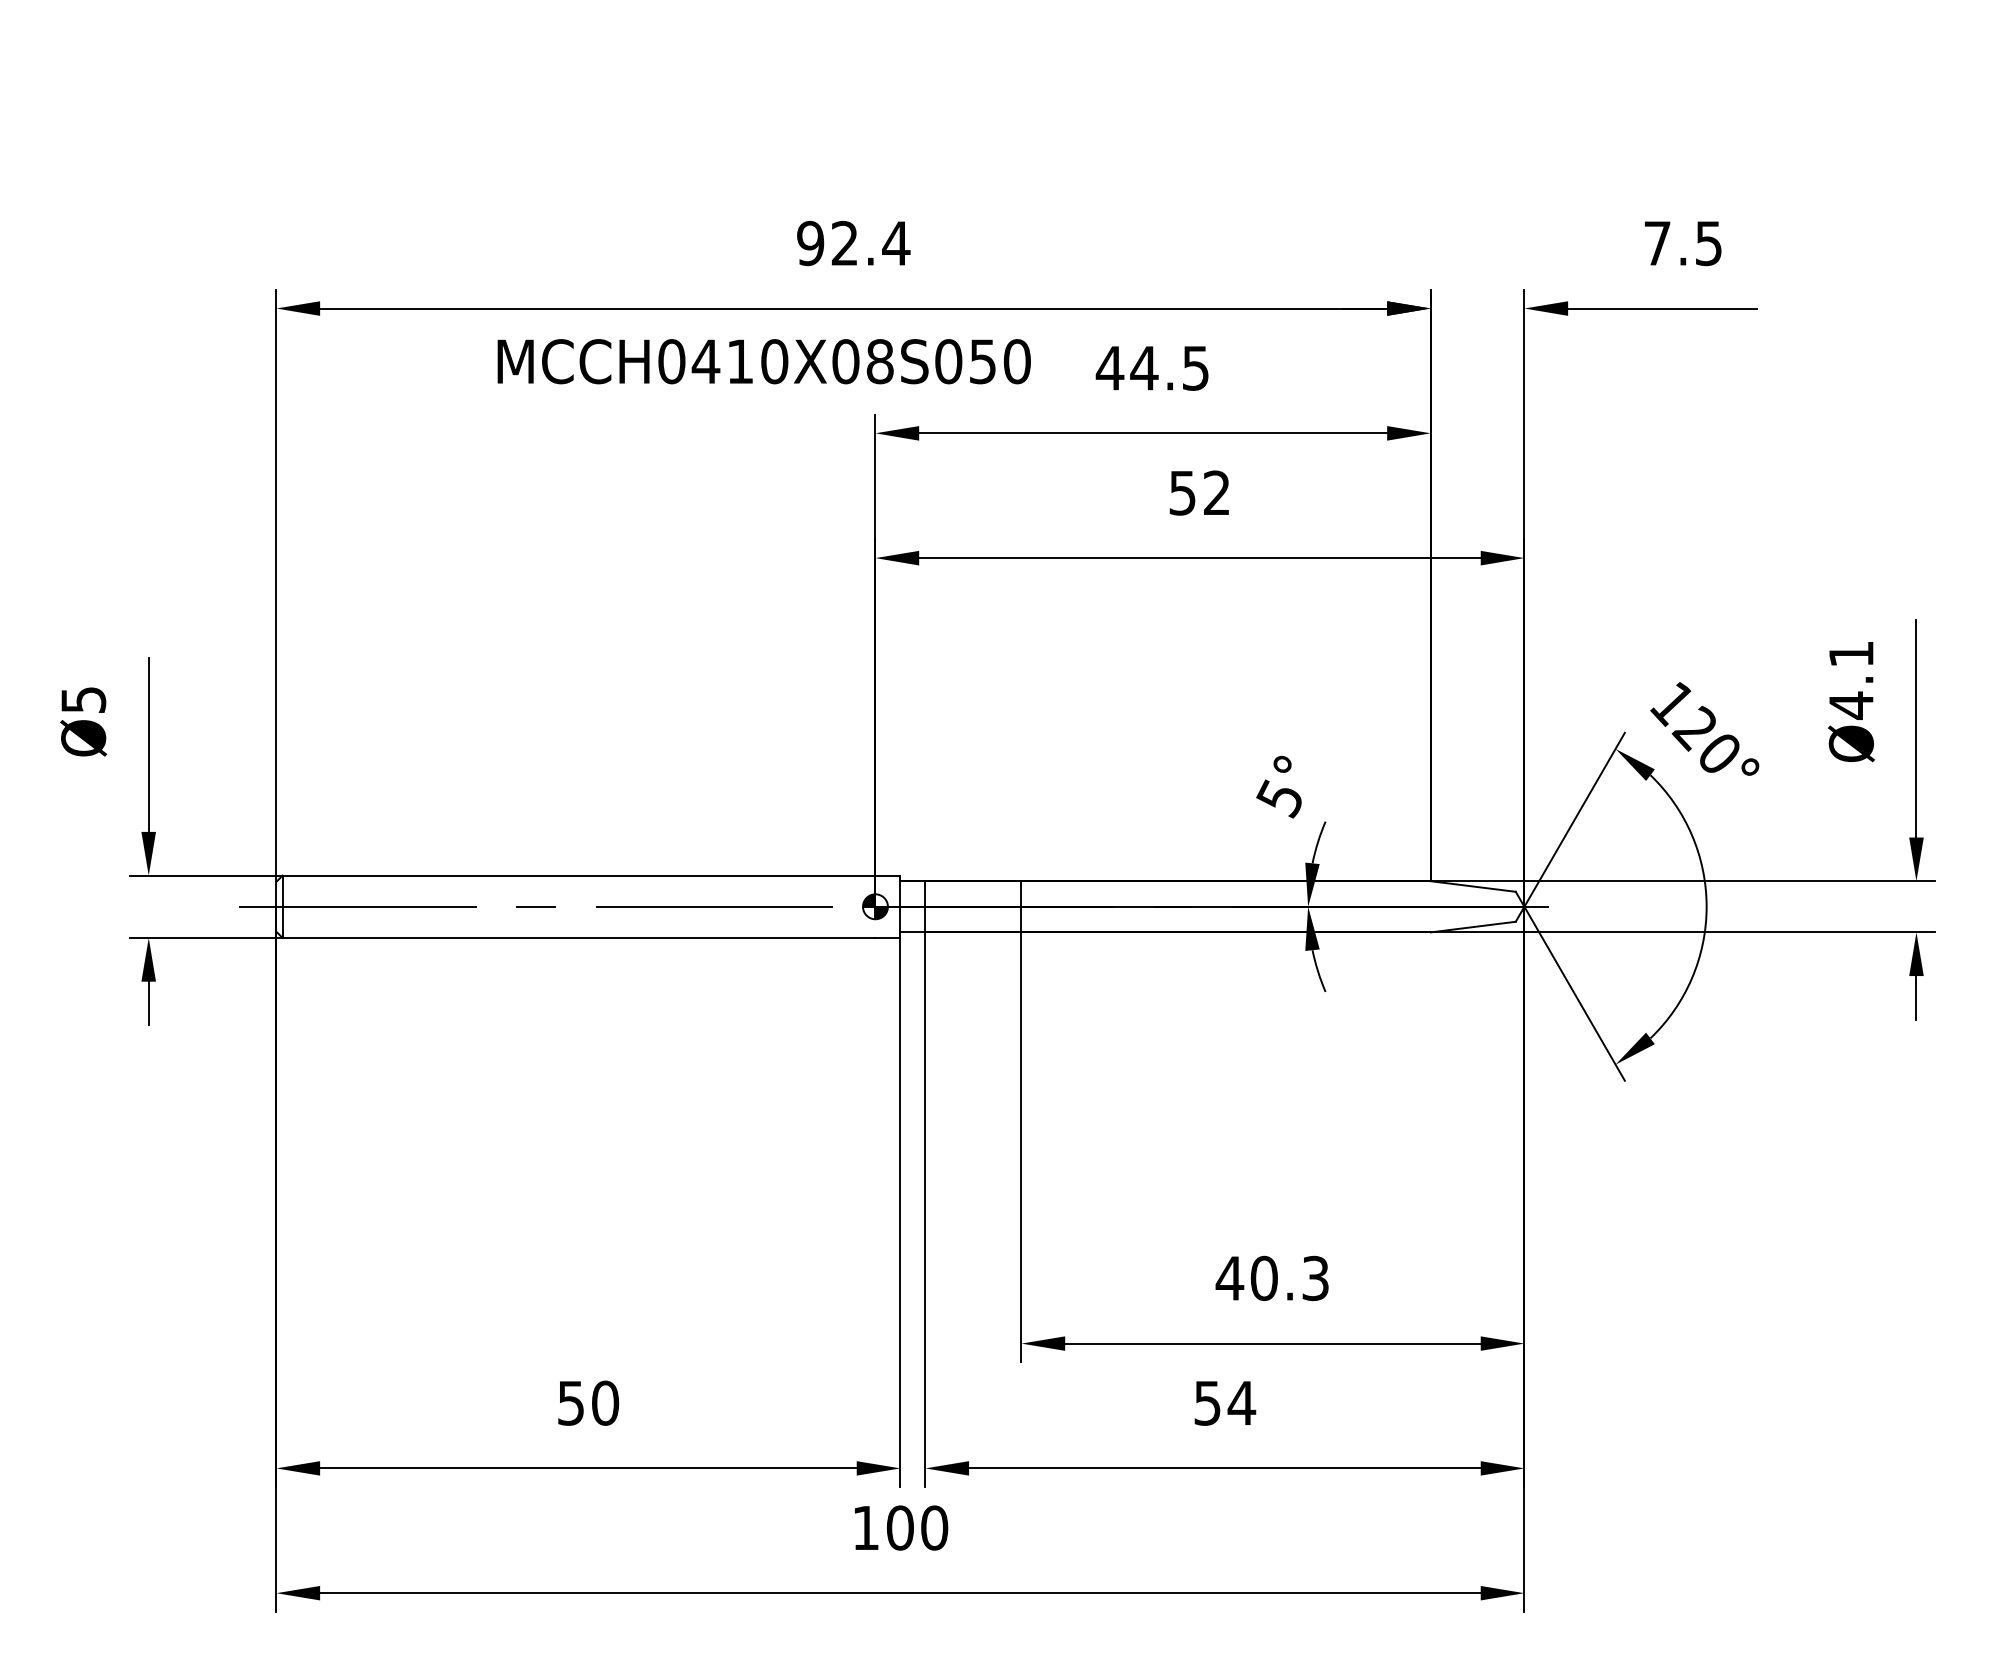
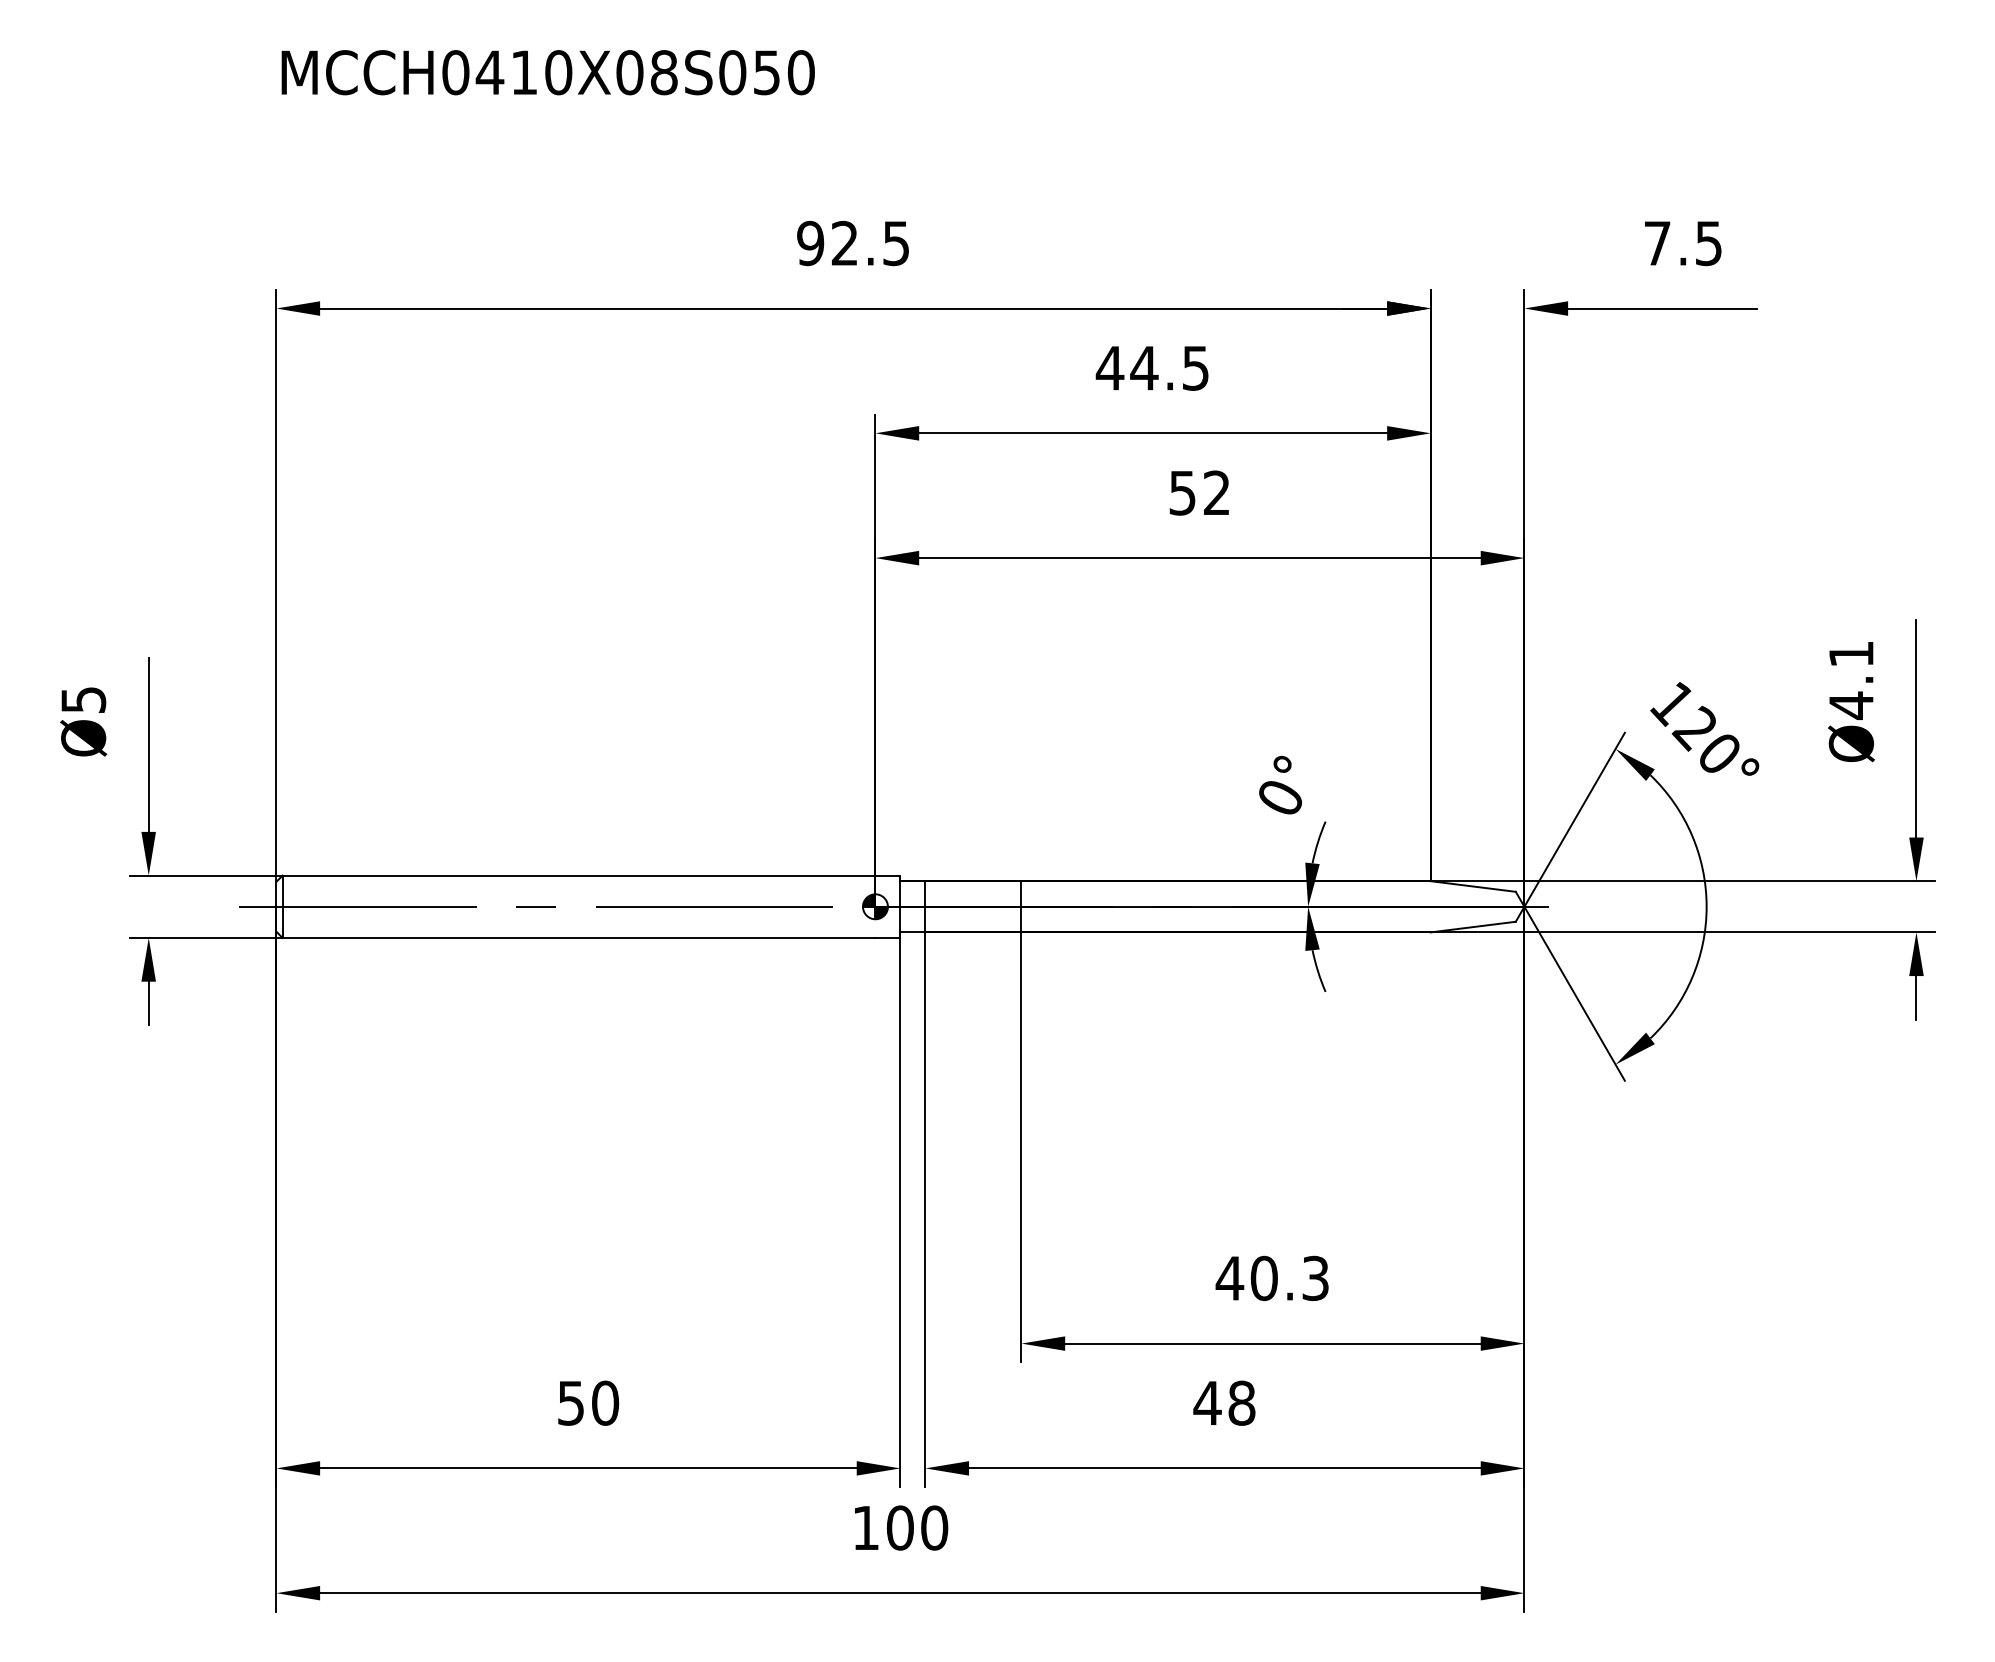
text at (896, 243): 92.4 -> 92.5
text at (763, 361) position: (763, 361) -> (547, 72)
text at (1279, 798): 5° -> 0°
text at (1224, 1402): 54 -> 48
